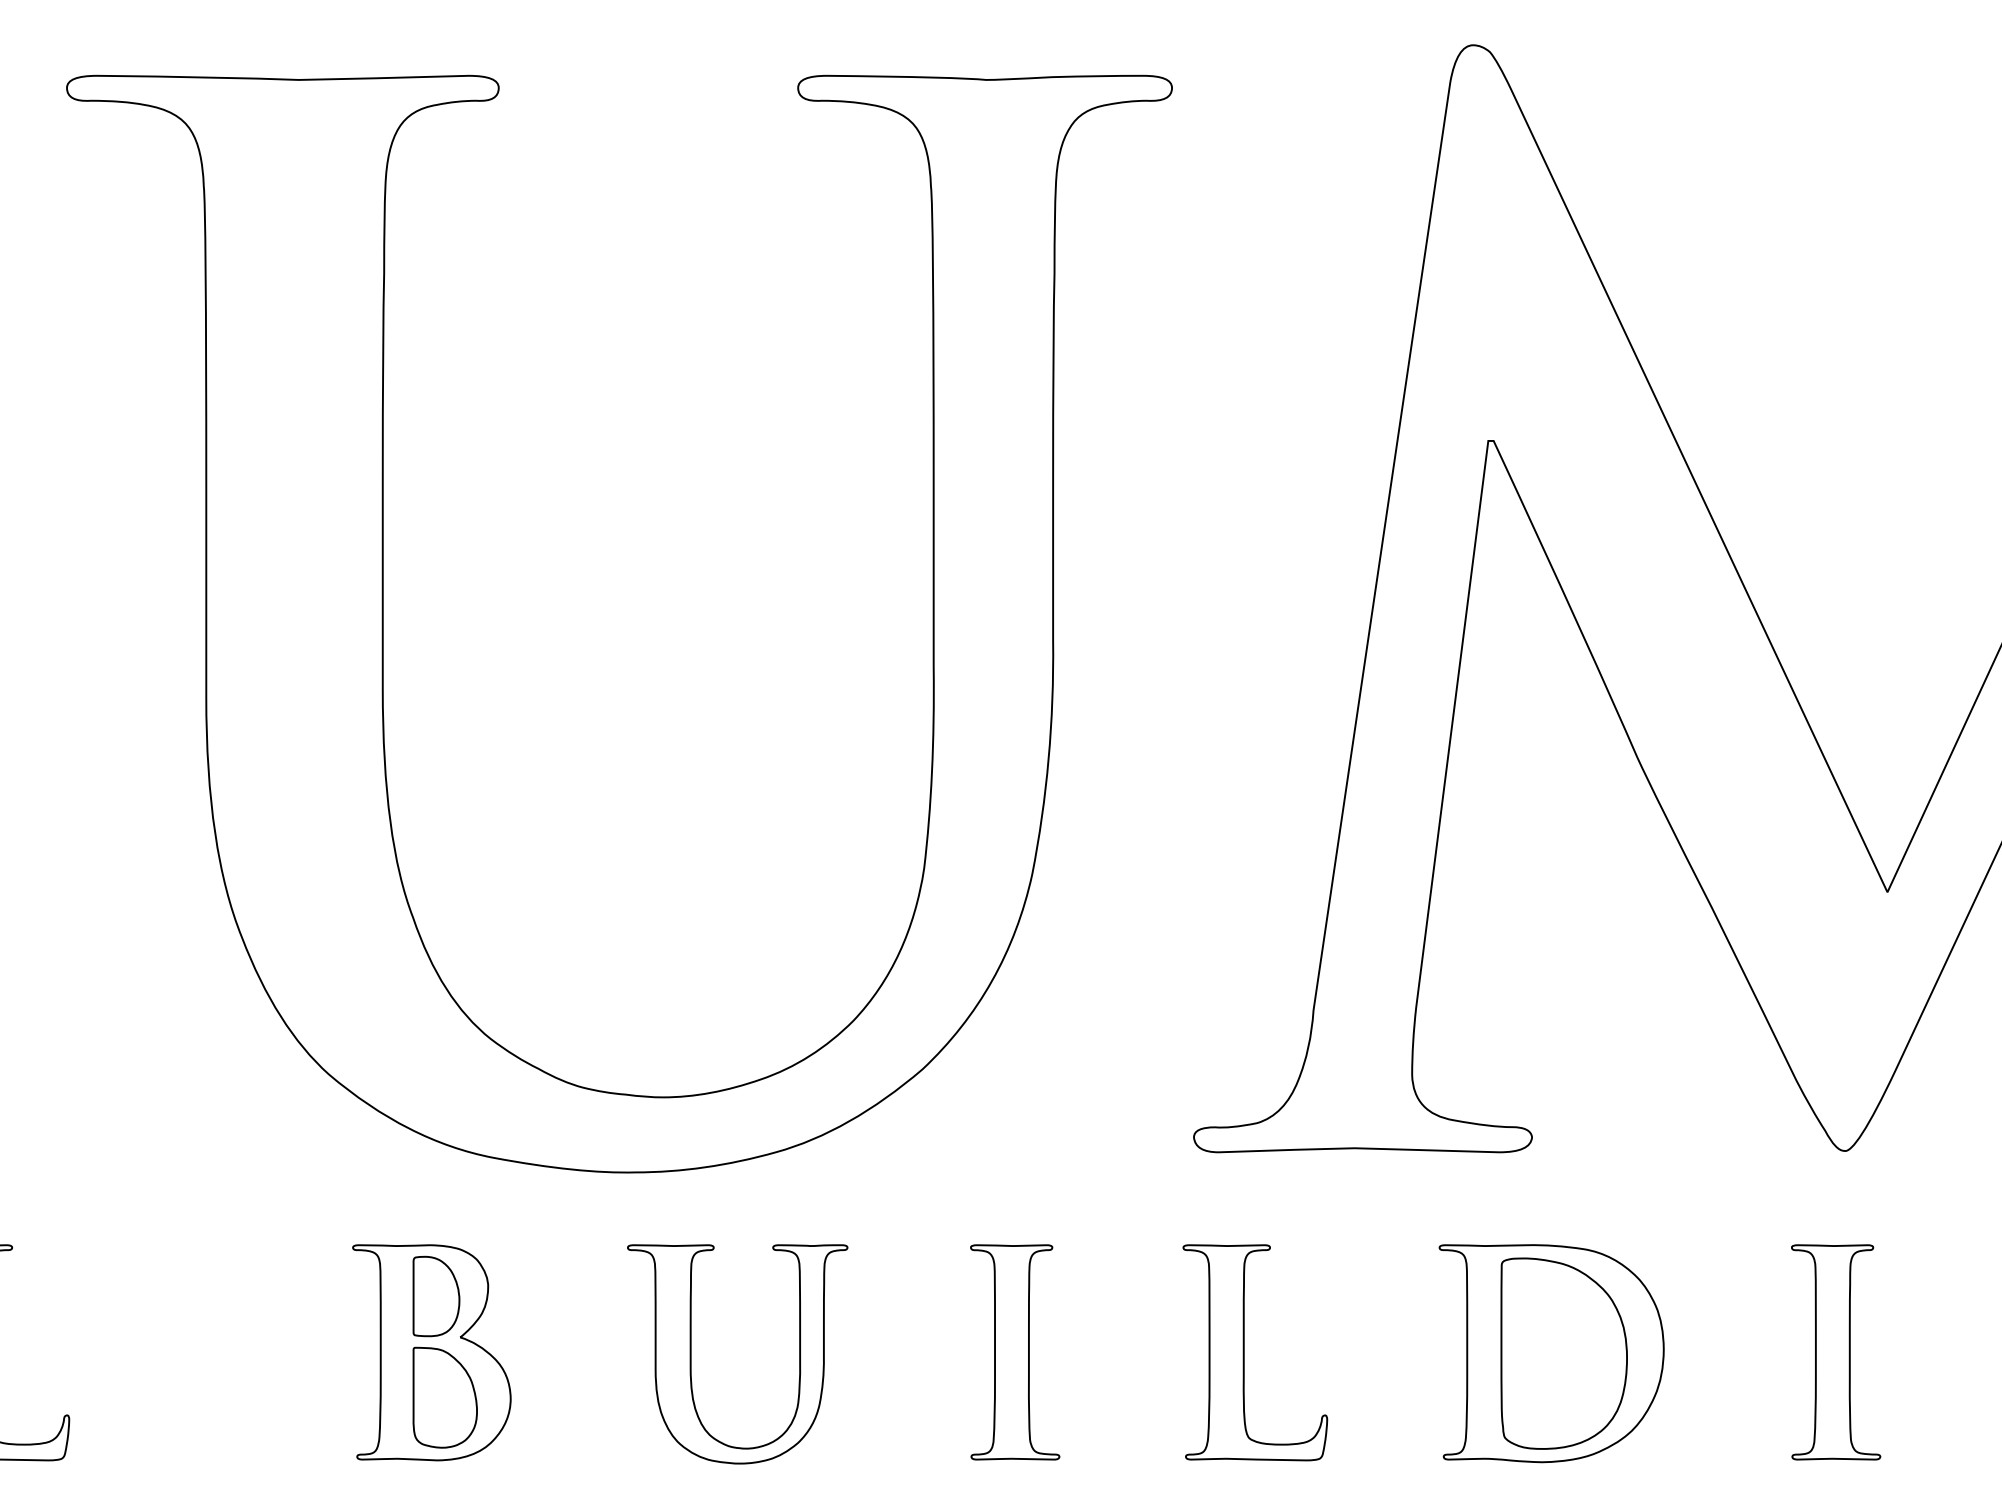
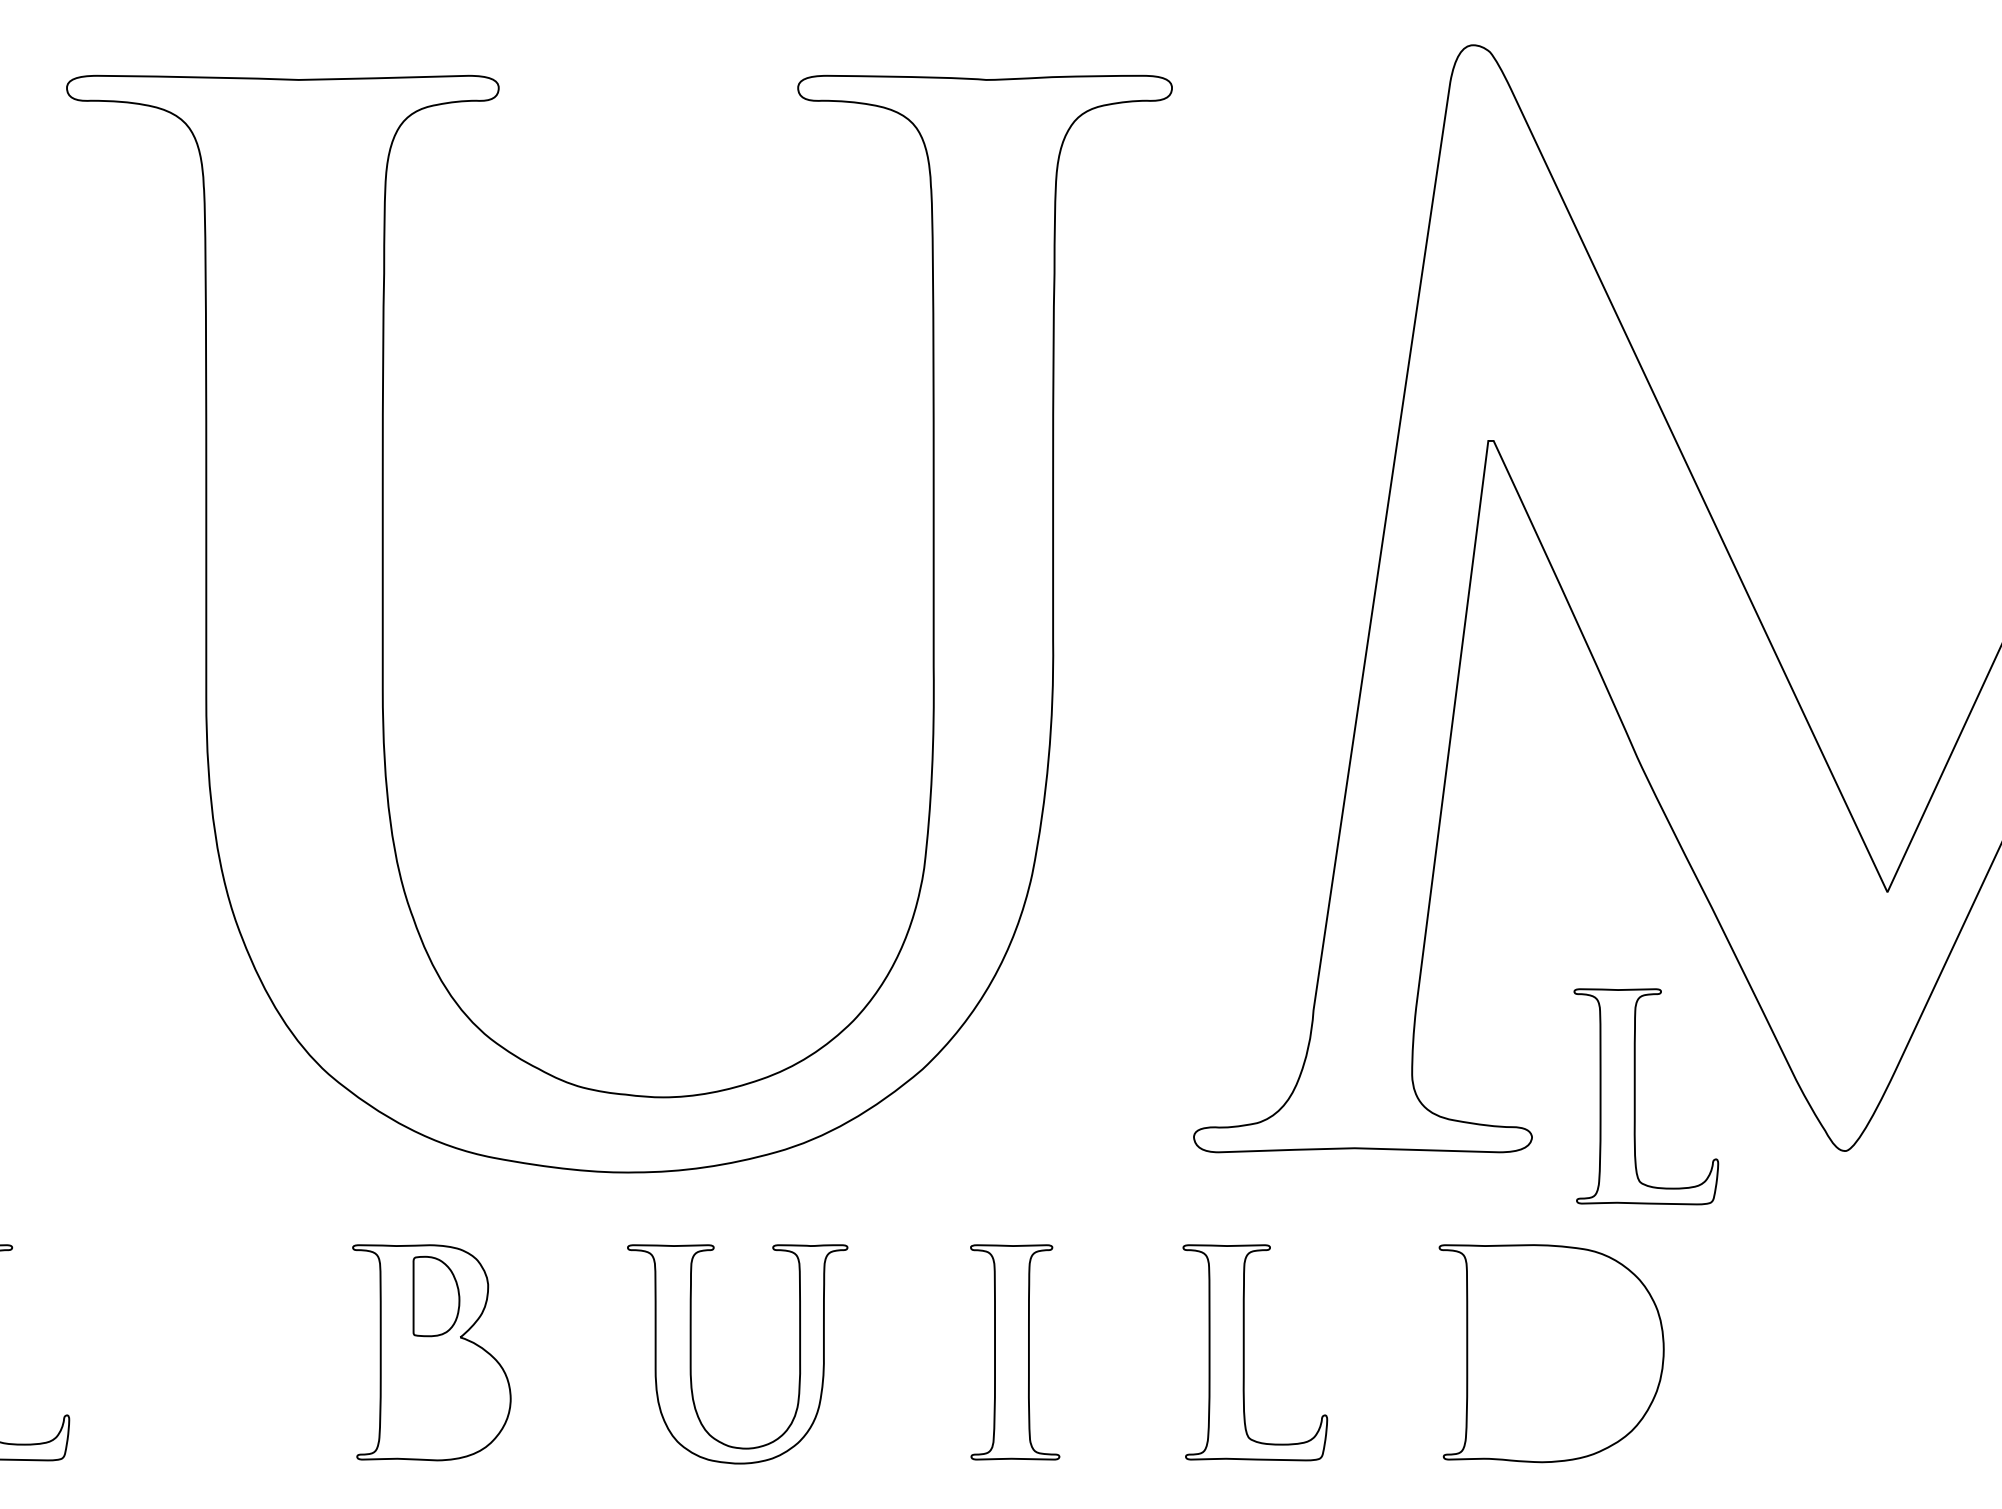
part at (1635, 1096): none -> present
part at (1836, 1352): present -> none
part at (1563, 1353): present -> none
part at (444, 1397): present -> none
